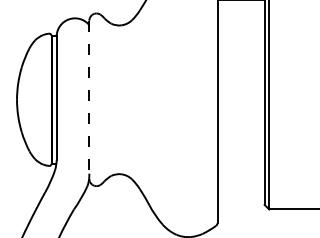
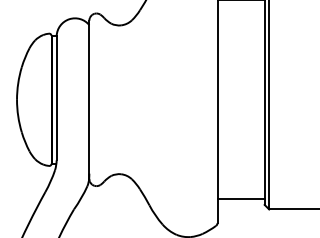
line at (89, 100): dashed -> solid
line at (240, 199): none -> present
